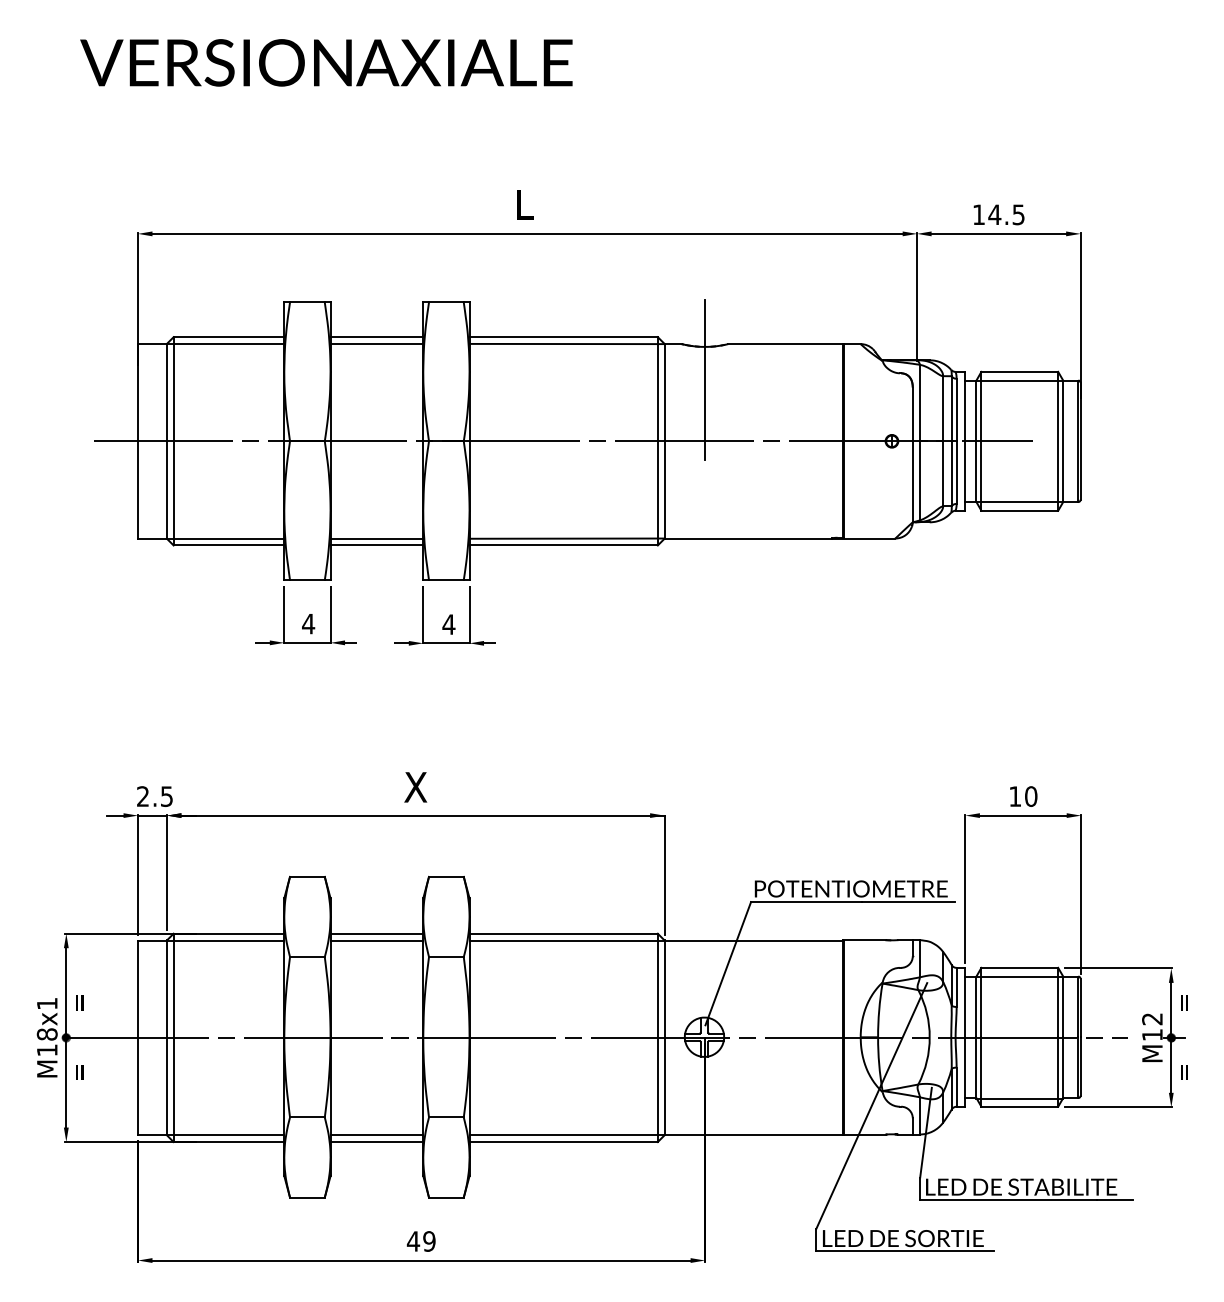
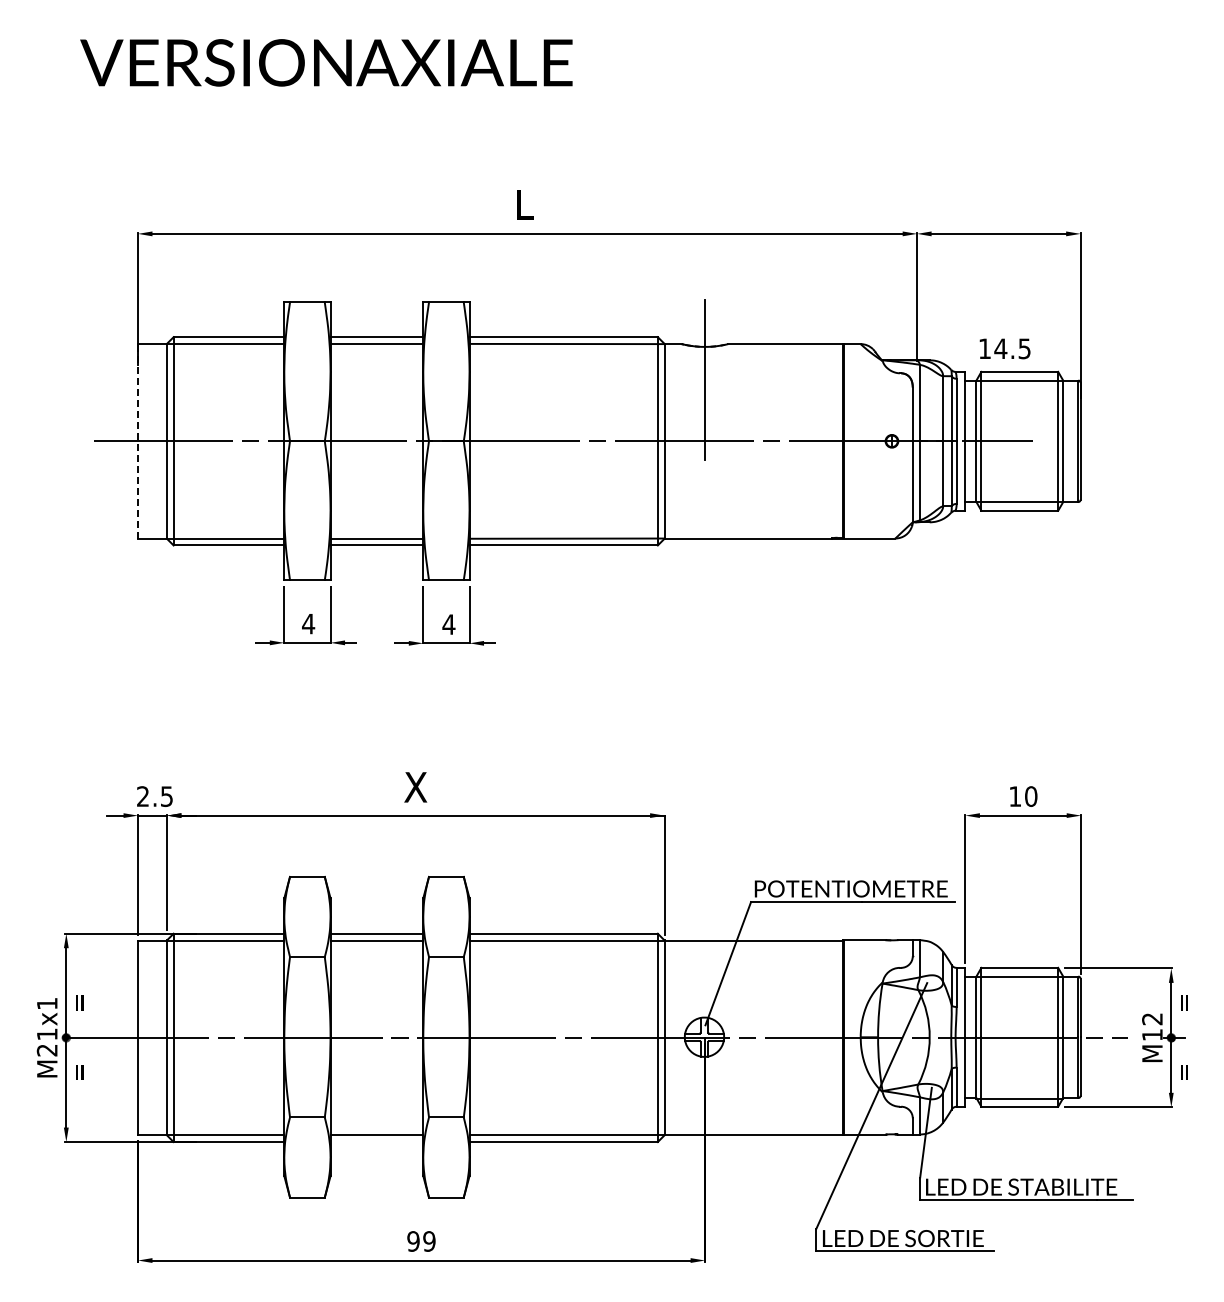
text at (998, 214) position: (998, 214) -> (1004, 348)
line at (138, 440): solid -> dashed
text at (46, 1042): M18x1 -> M21x1
line at (376, 1142): present -> none
text at (413, 1241): 49 -> 99
